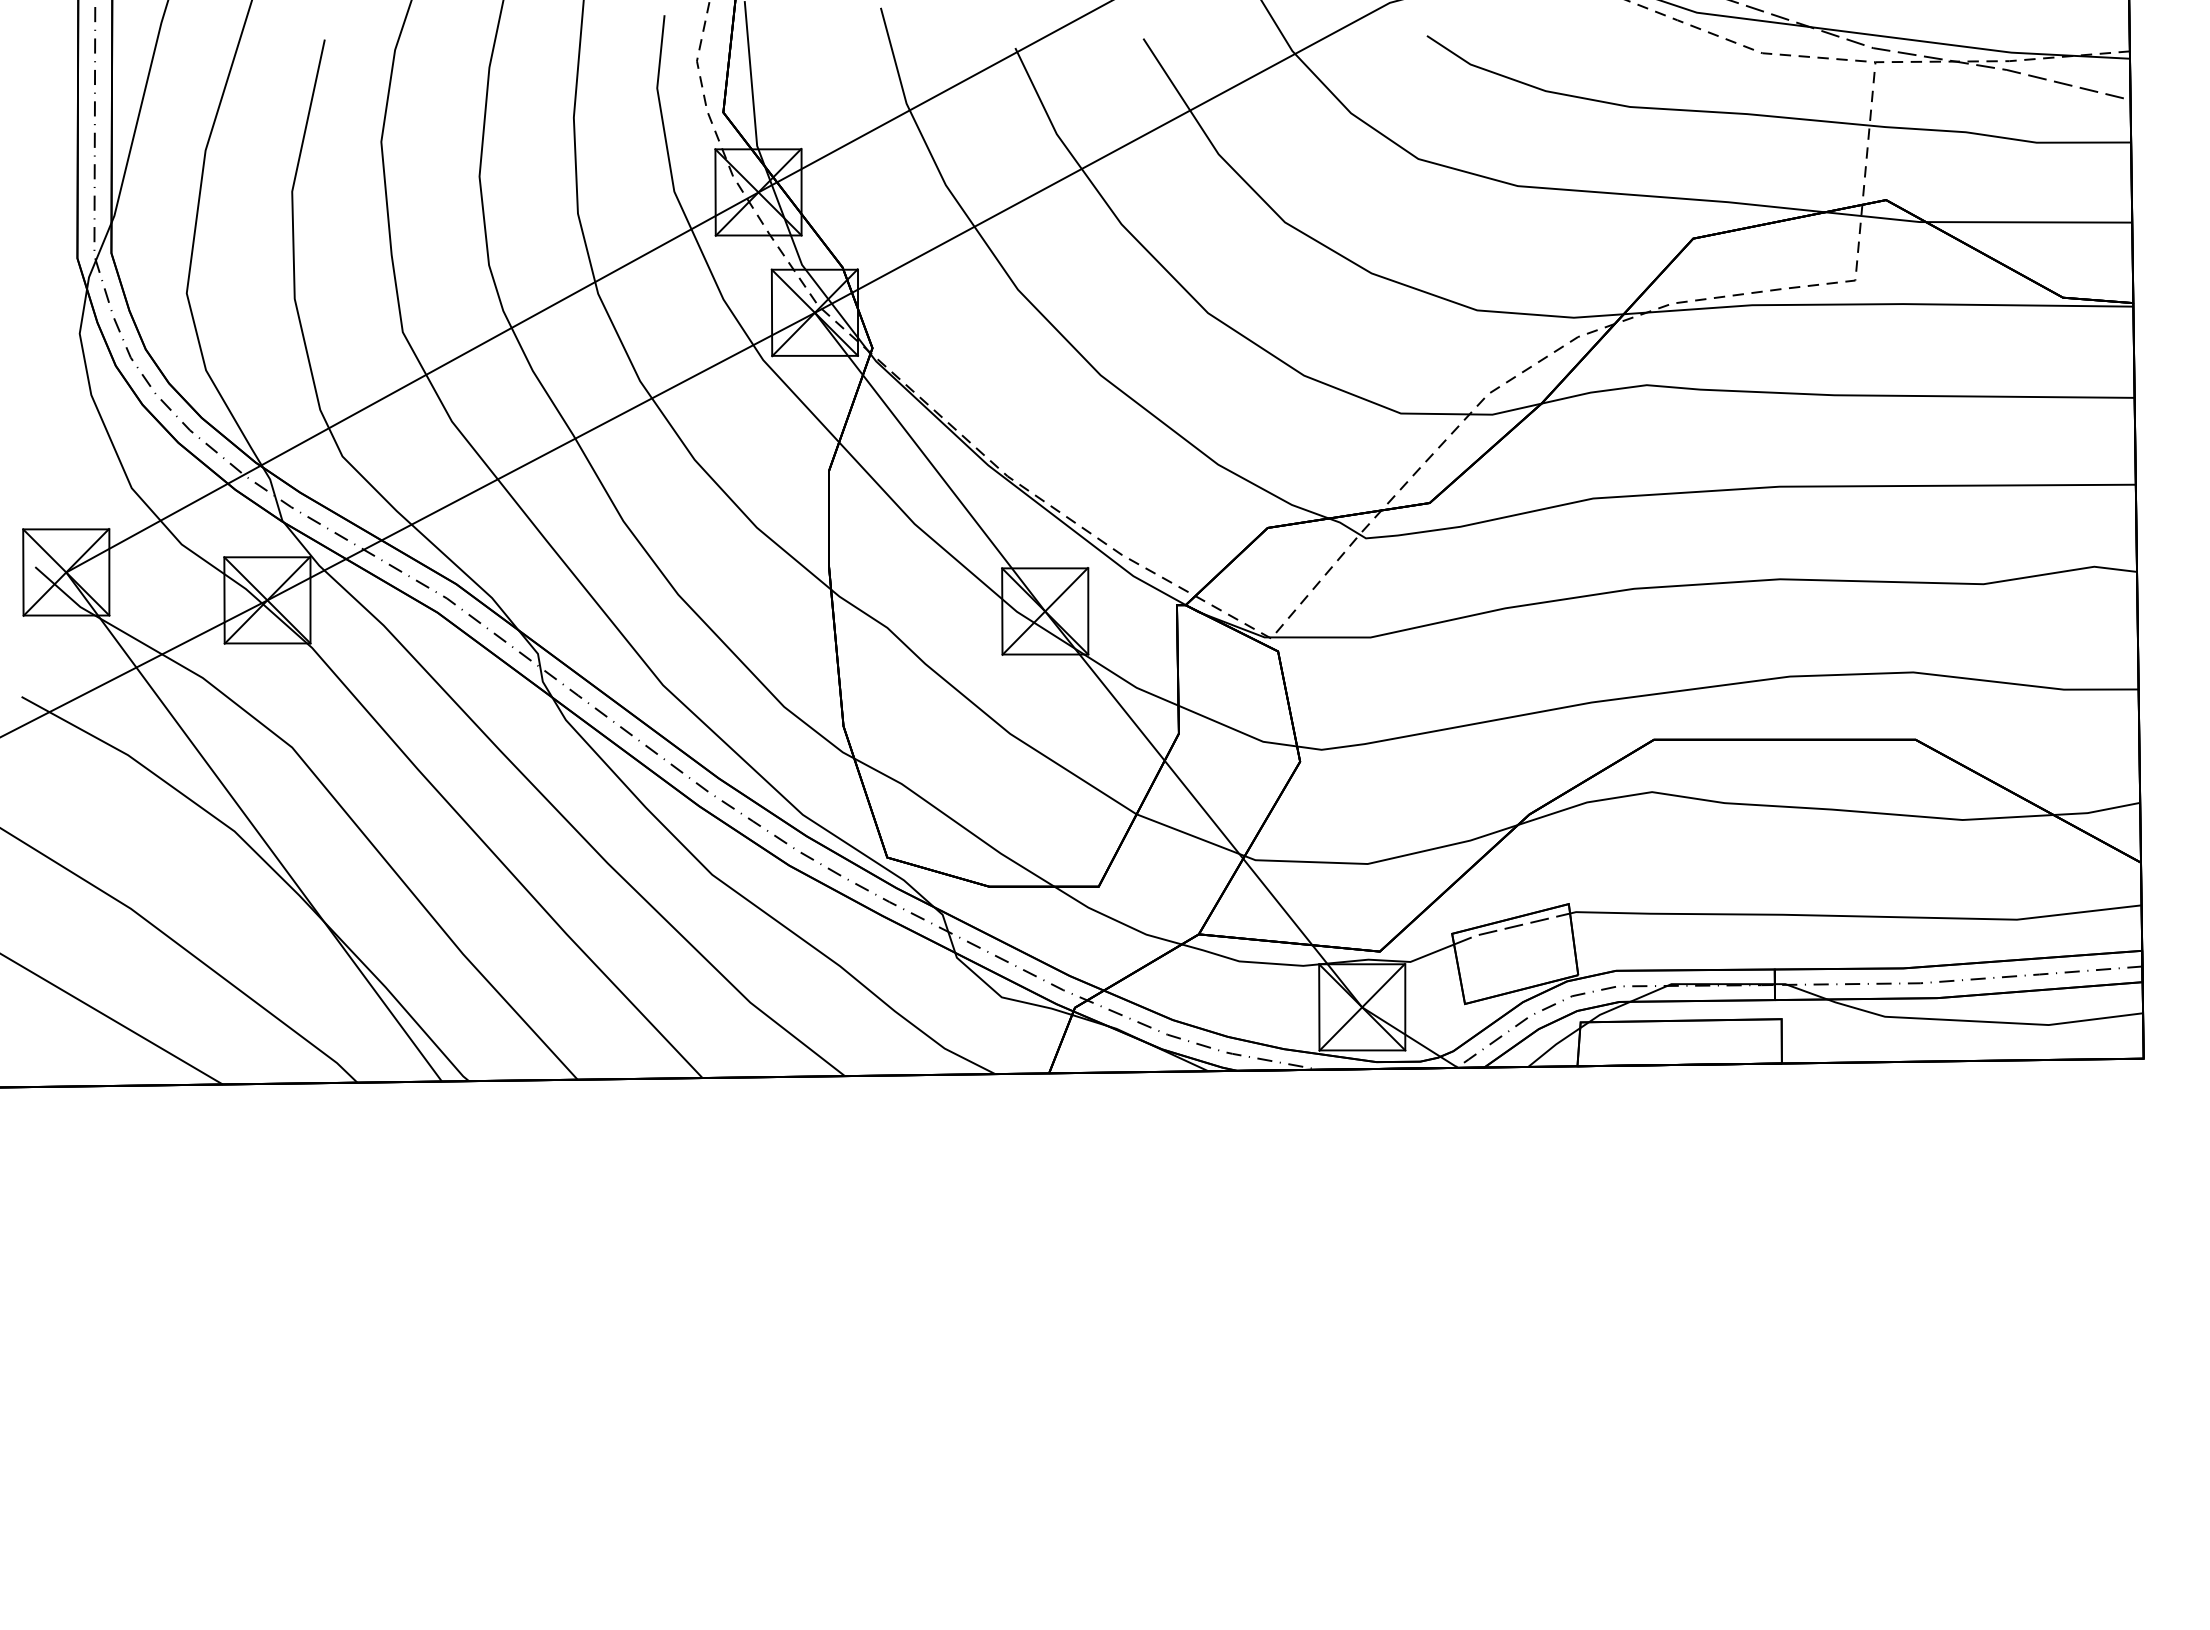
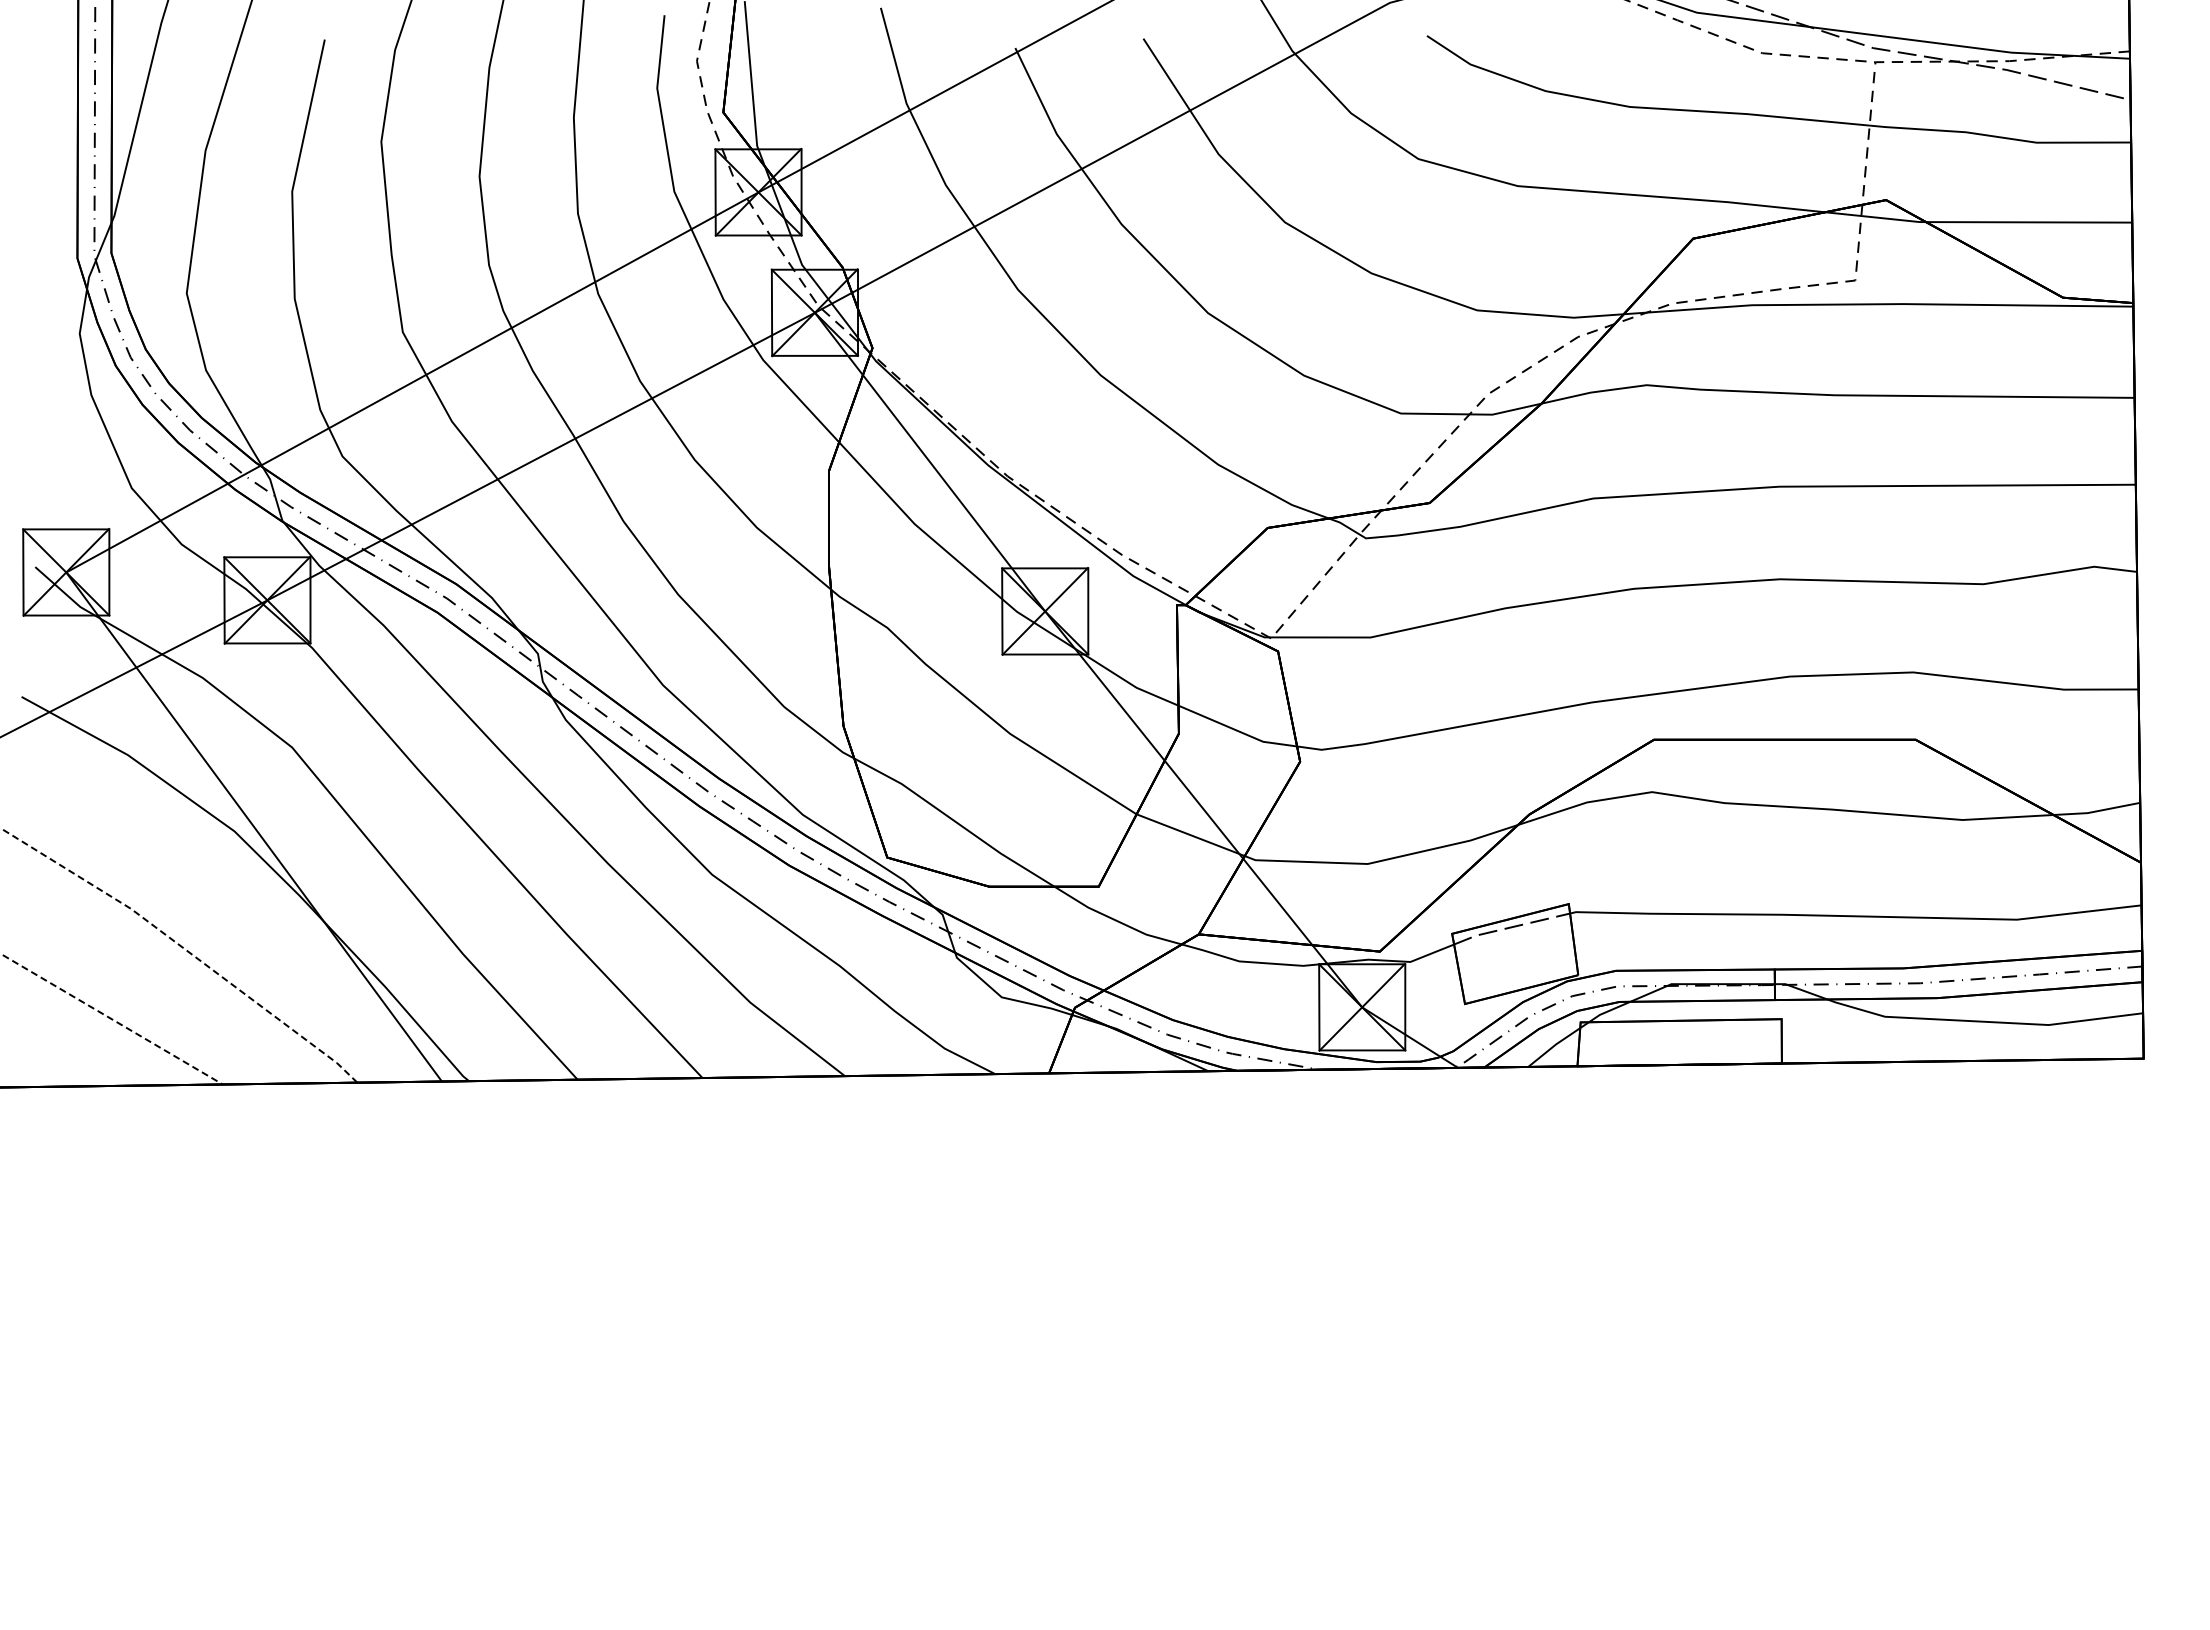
line at (183, 948): solid -> dashed
line at (111, 1019): solid -> dashed
